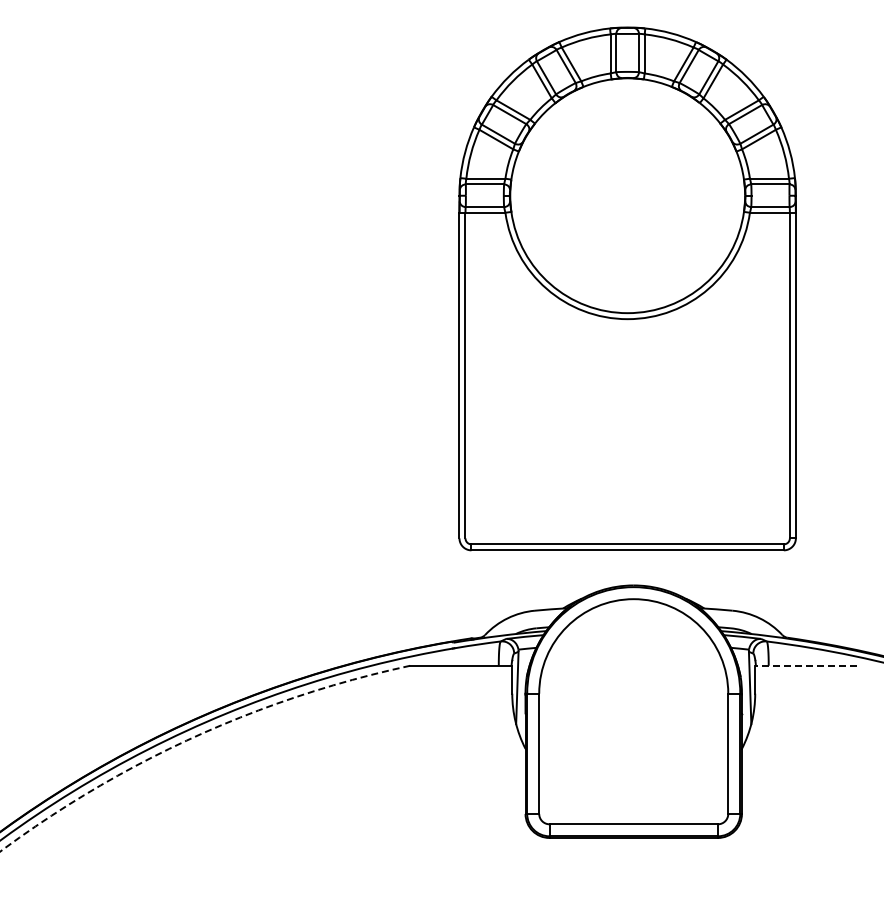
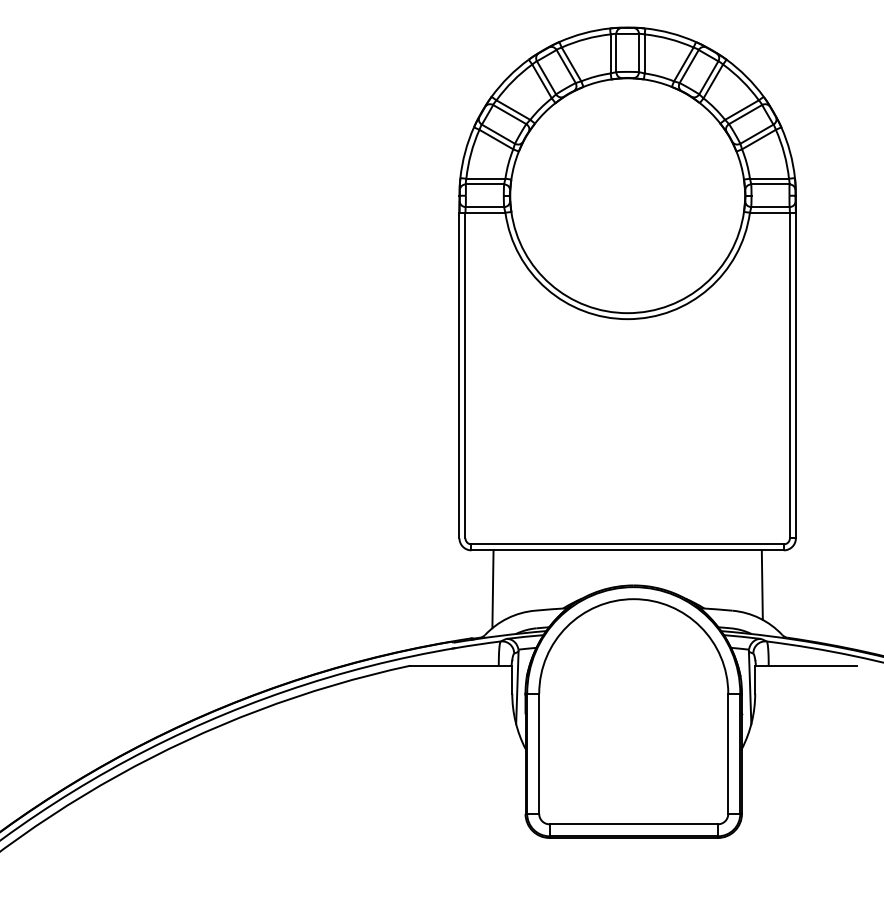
line at (761, 584): none -> present
line at (492, 589): none -> present
line at (805, 665): dashed -> solid
arc at (192, 737): dashed -> solid
